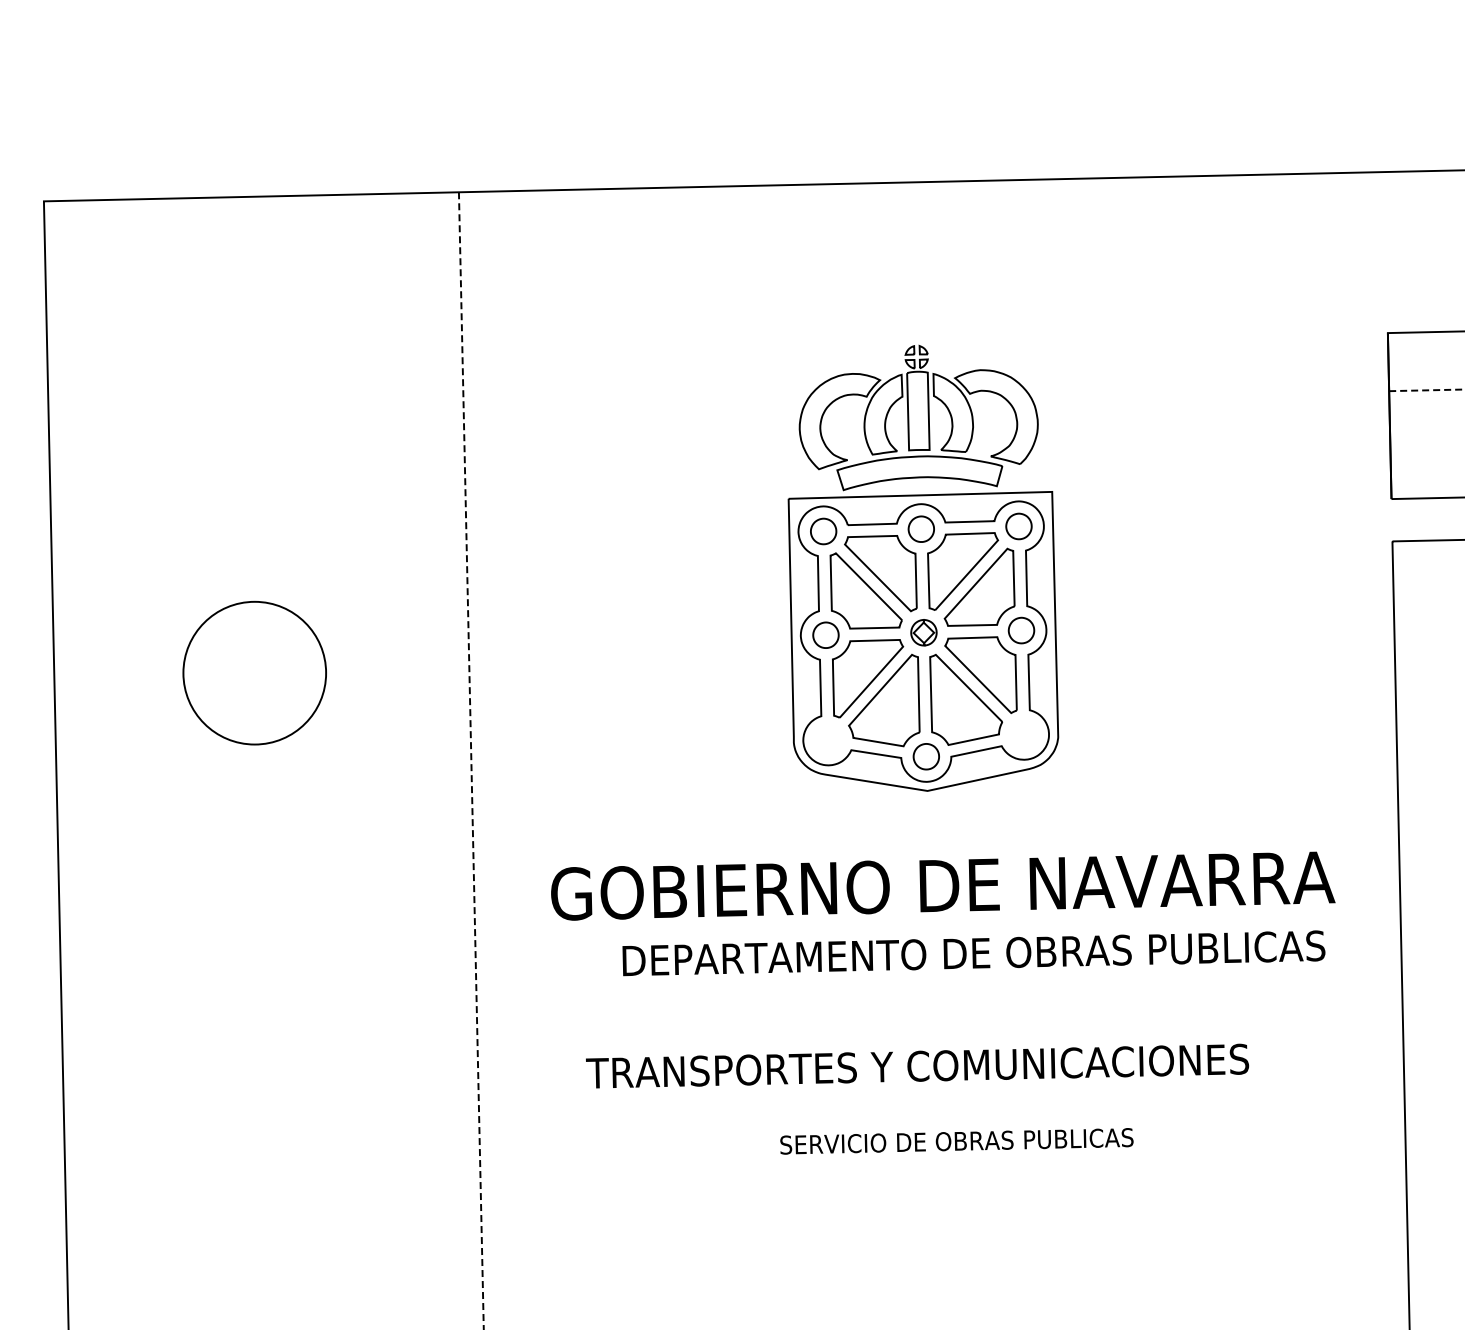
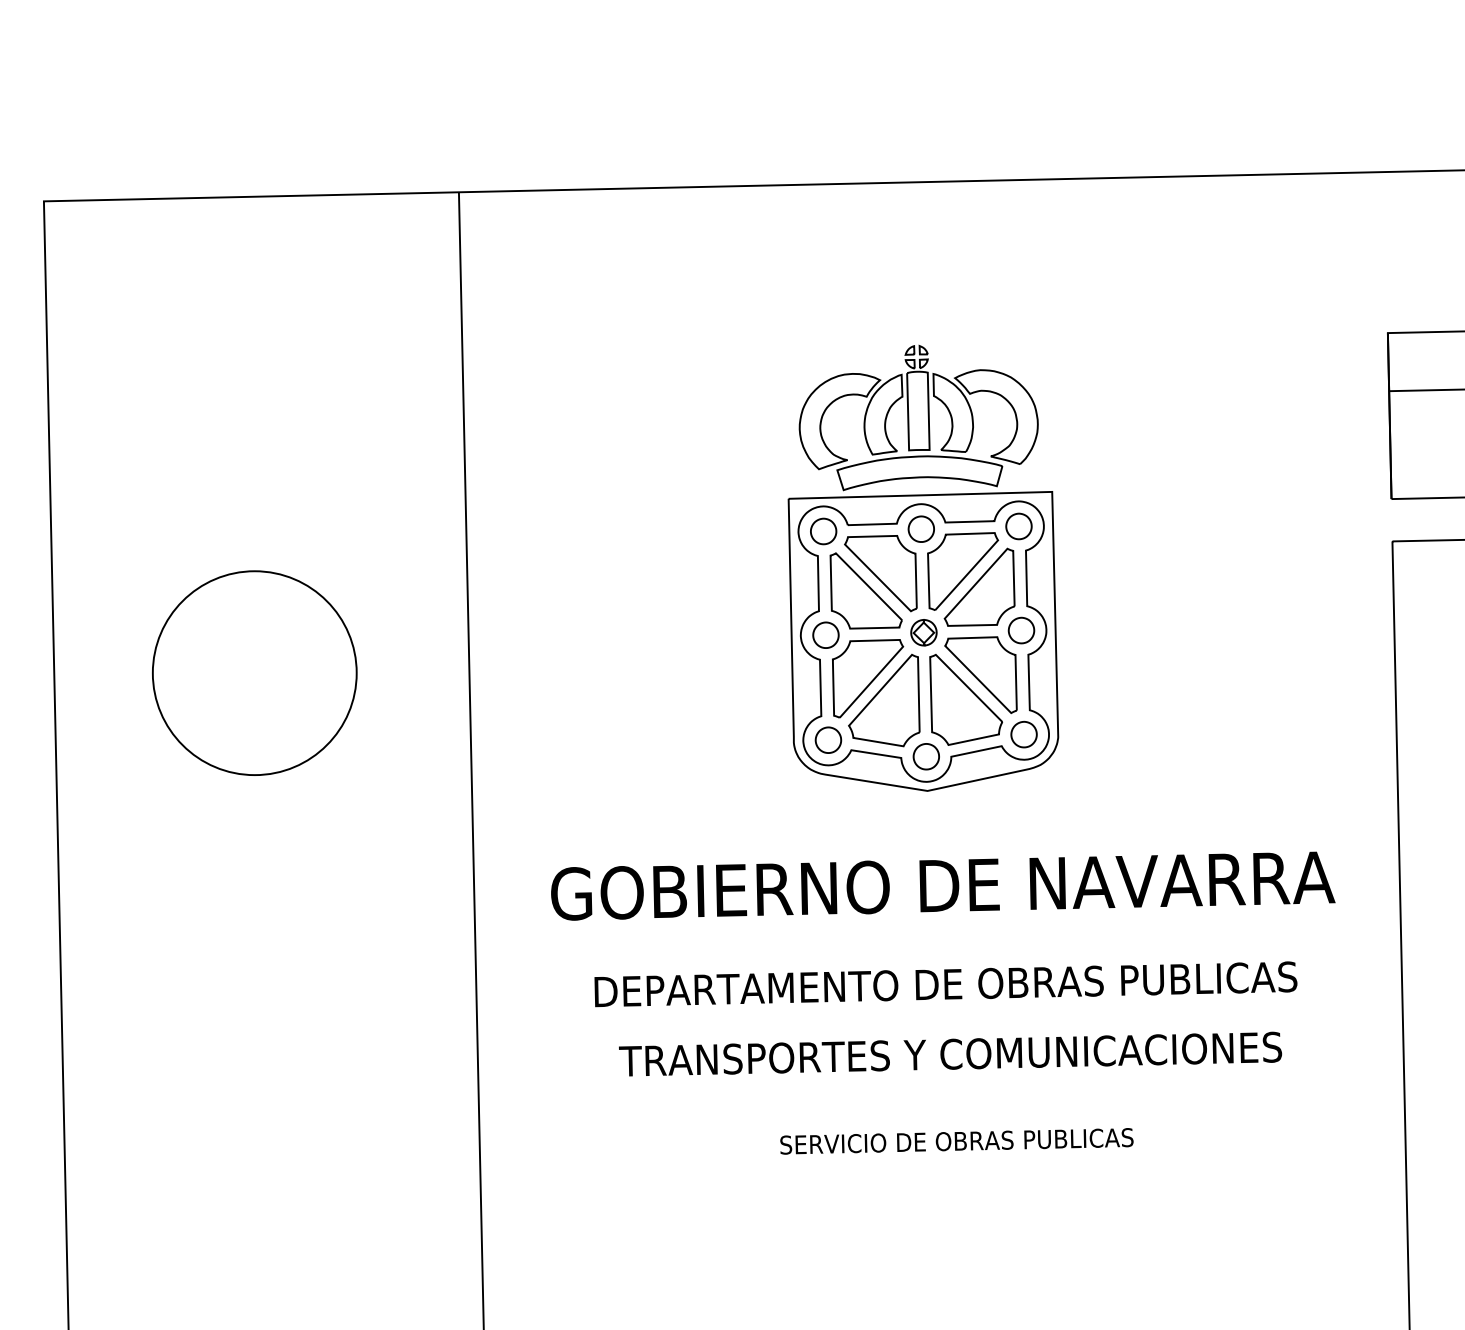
line at (1427, 390): dashed -> solid
circle at (254, 672) diameter: 143 px -> 204 px
part at (1023, 734): none -> present
part at (828, 739): none -> present
line at (471, 761): dashed -> solid
text at (973, 953) position: (973, 953) -> (945, 984)
text at (917, 1065) position: (917, 1065) -> (950, 1053)
